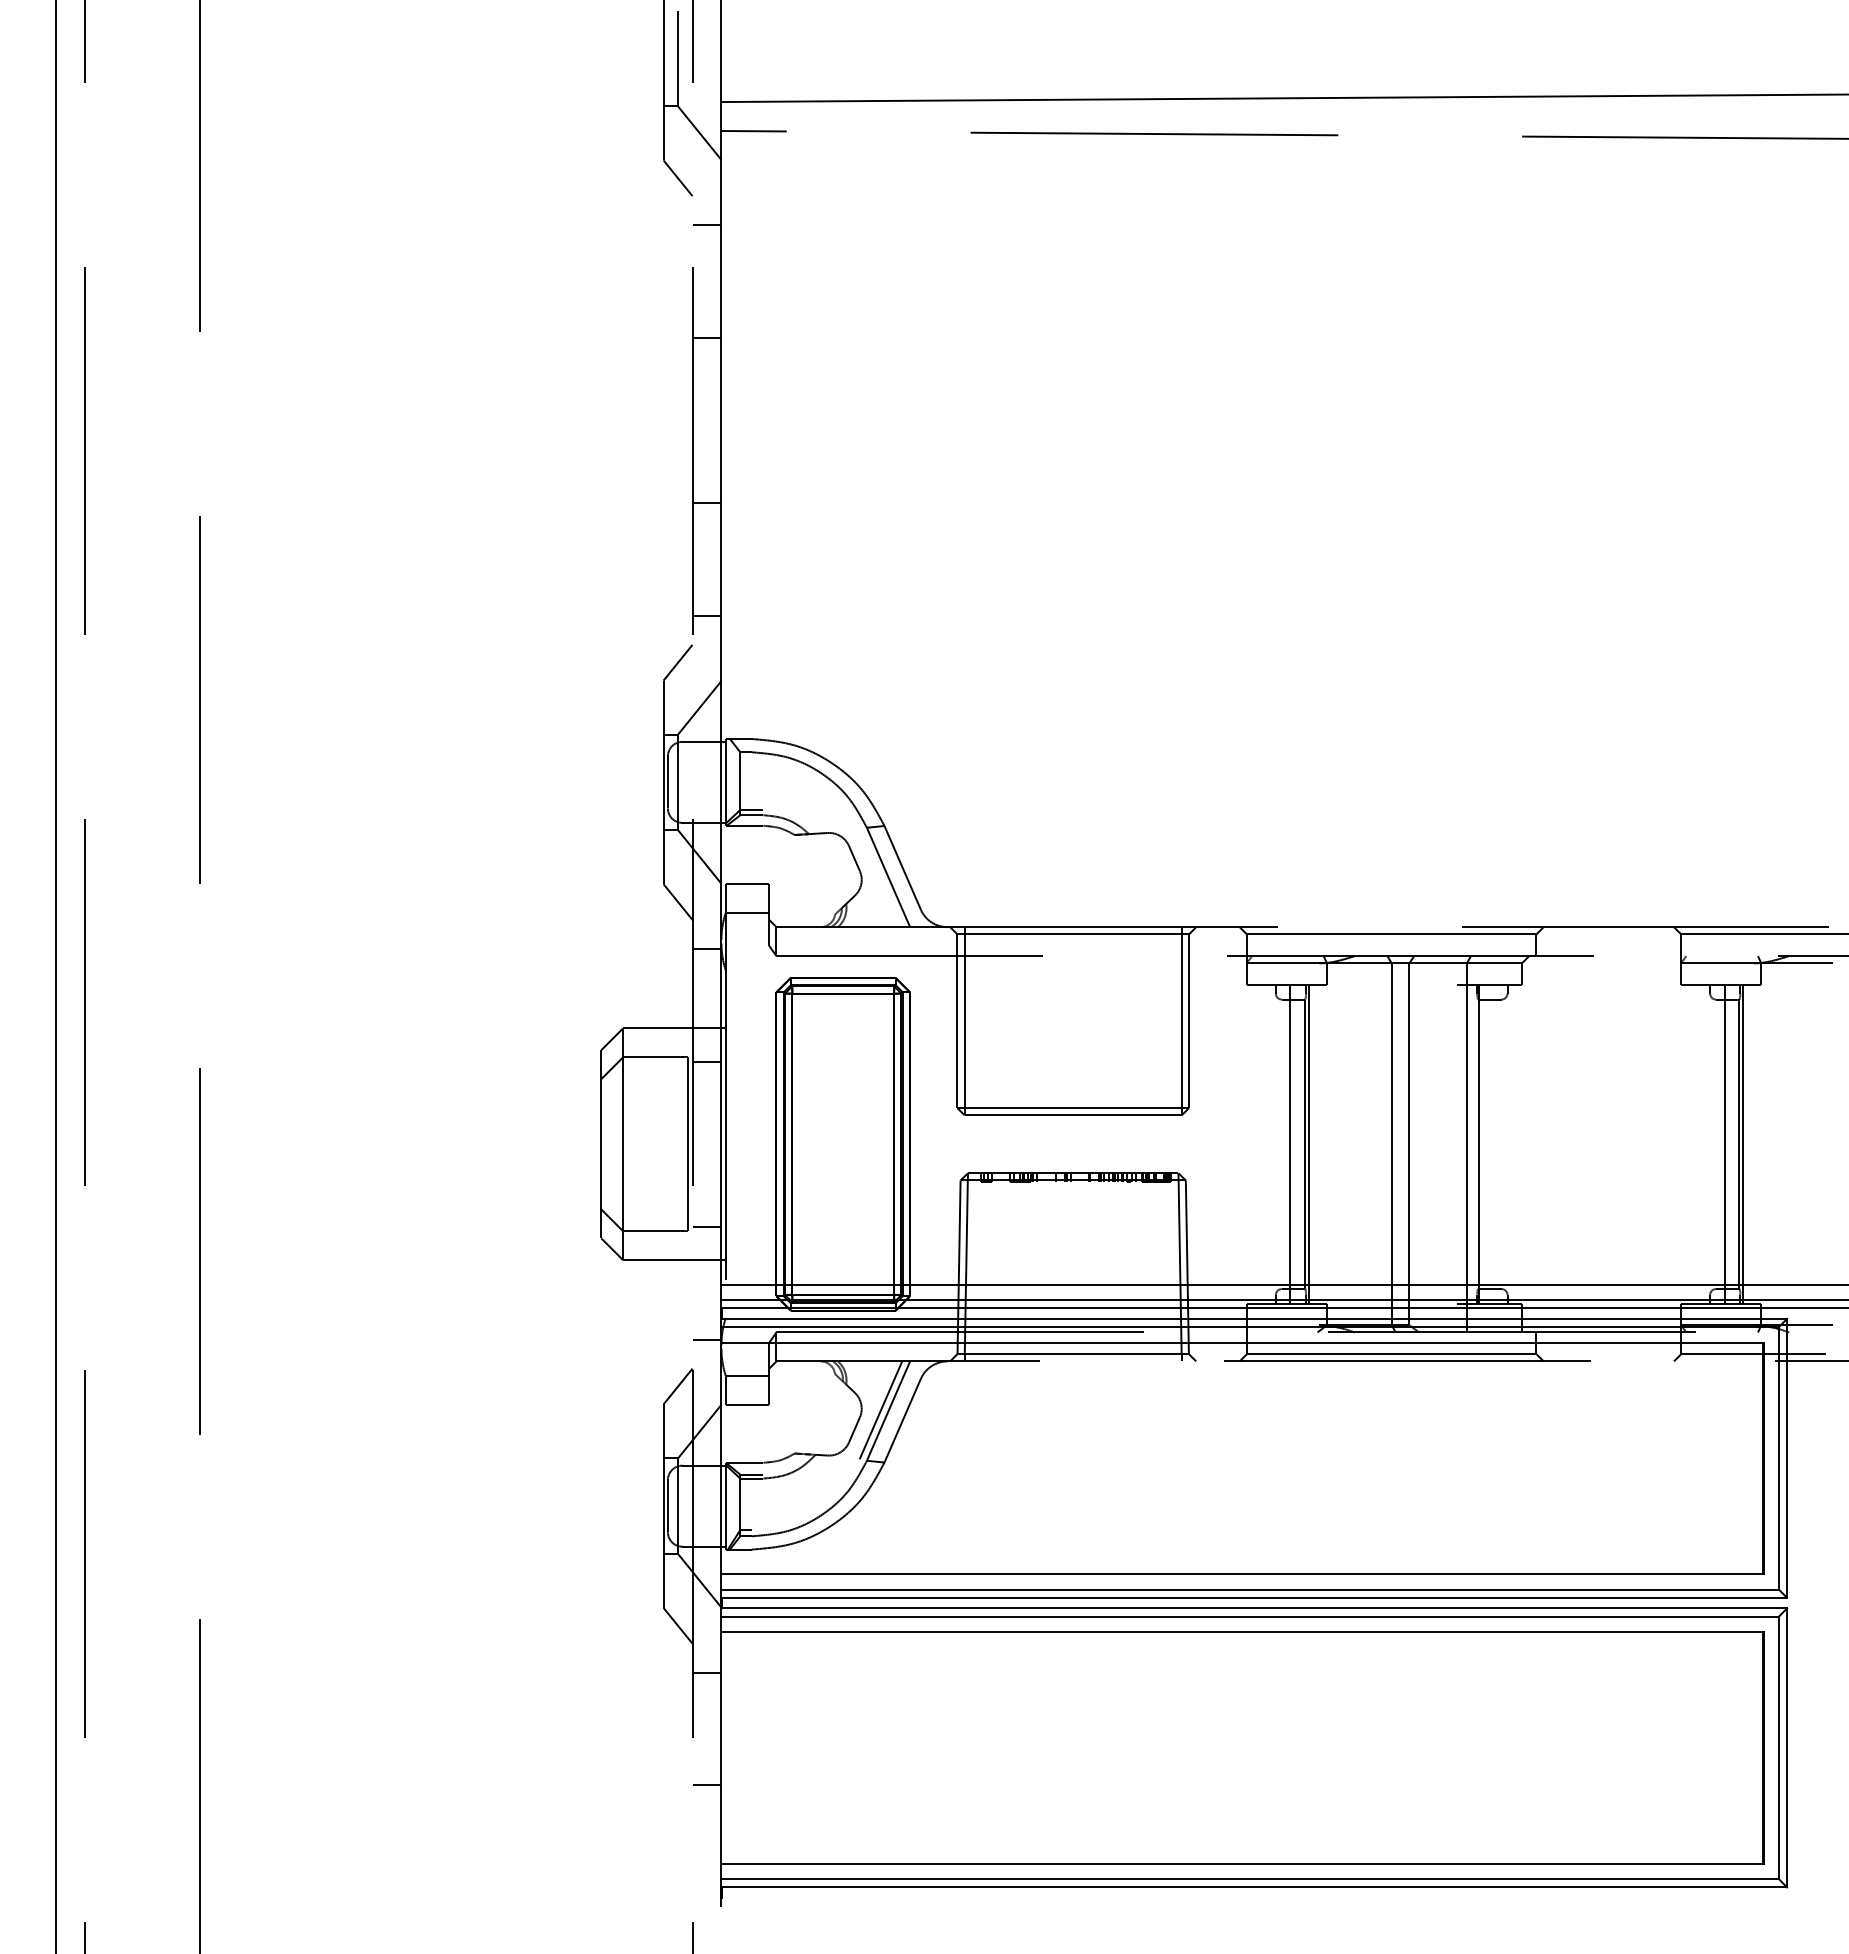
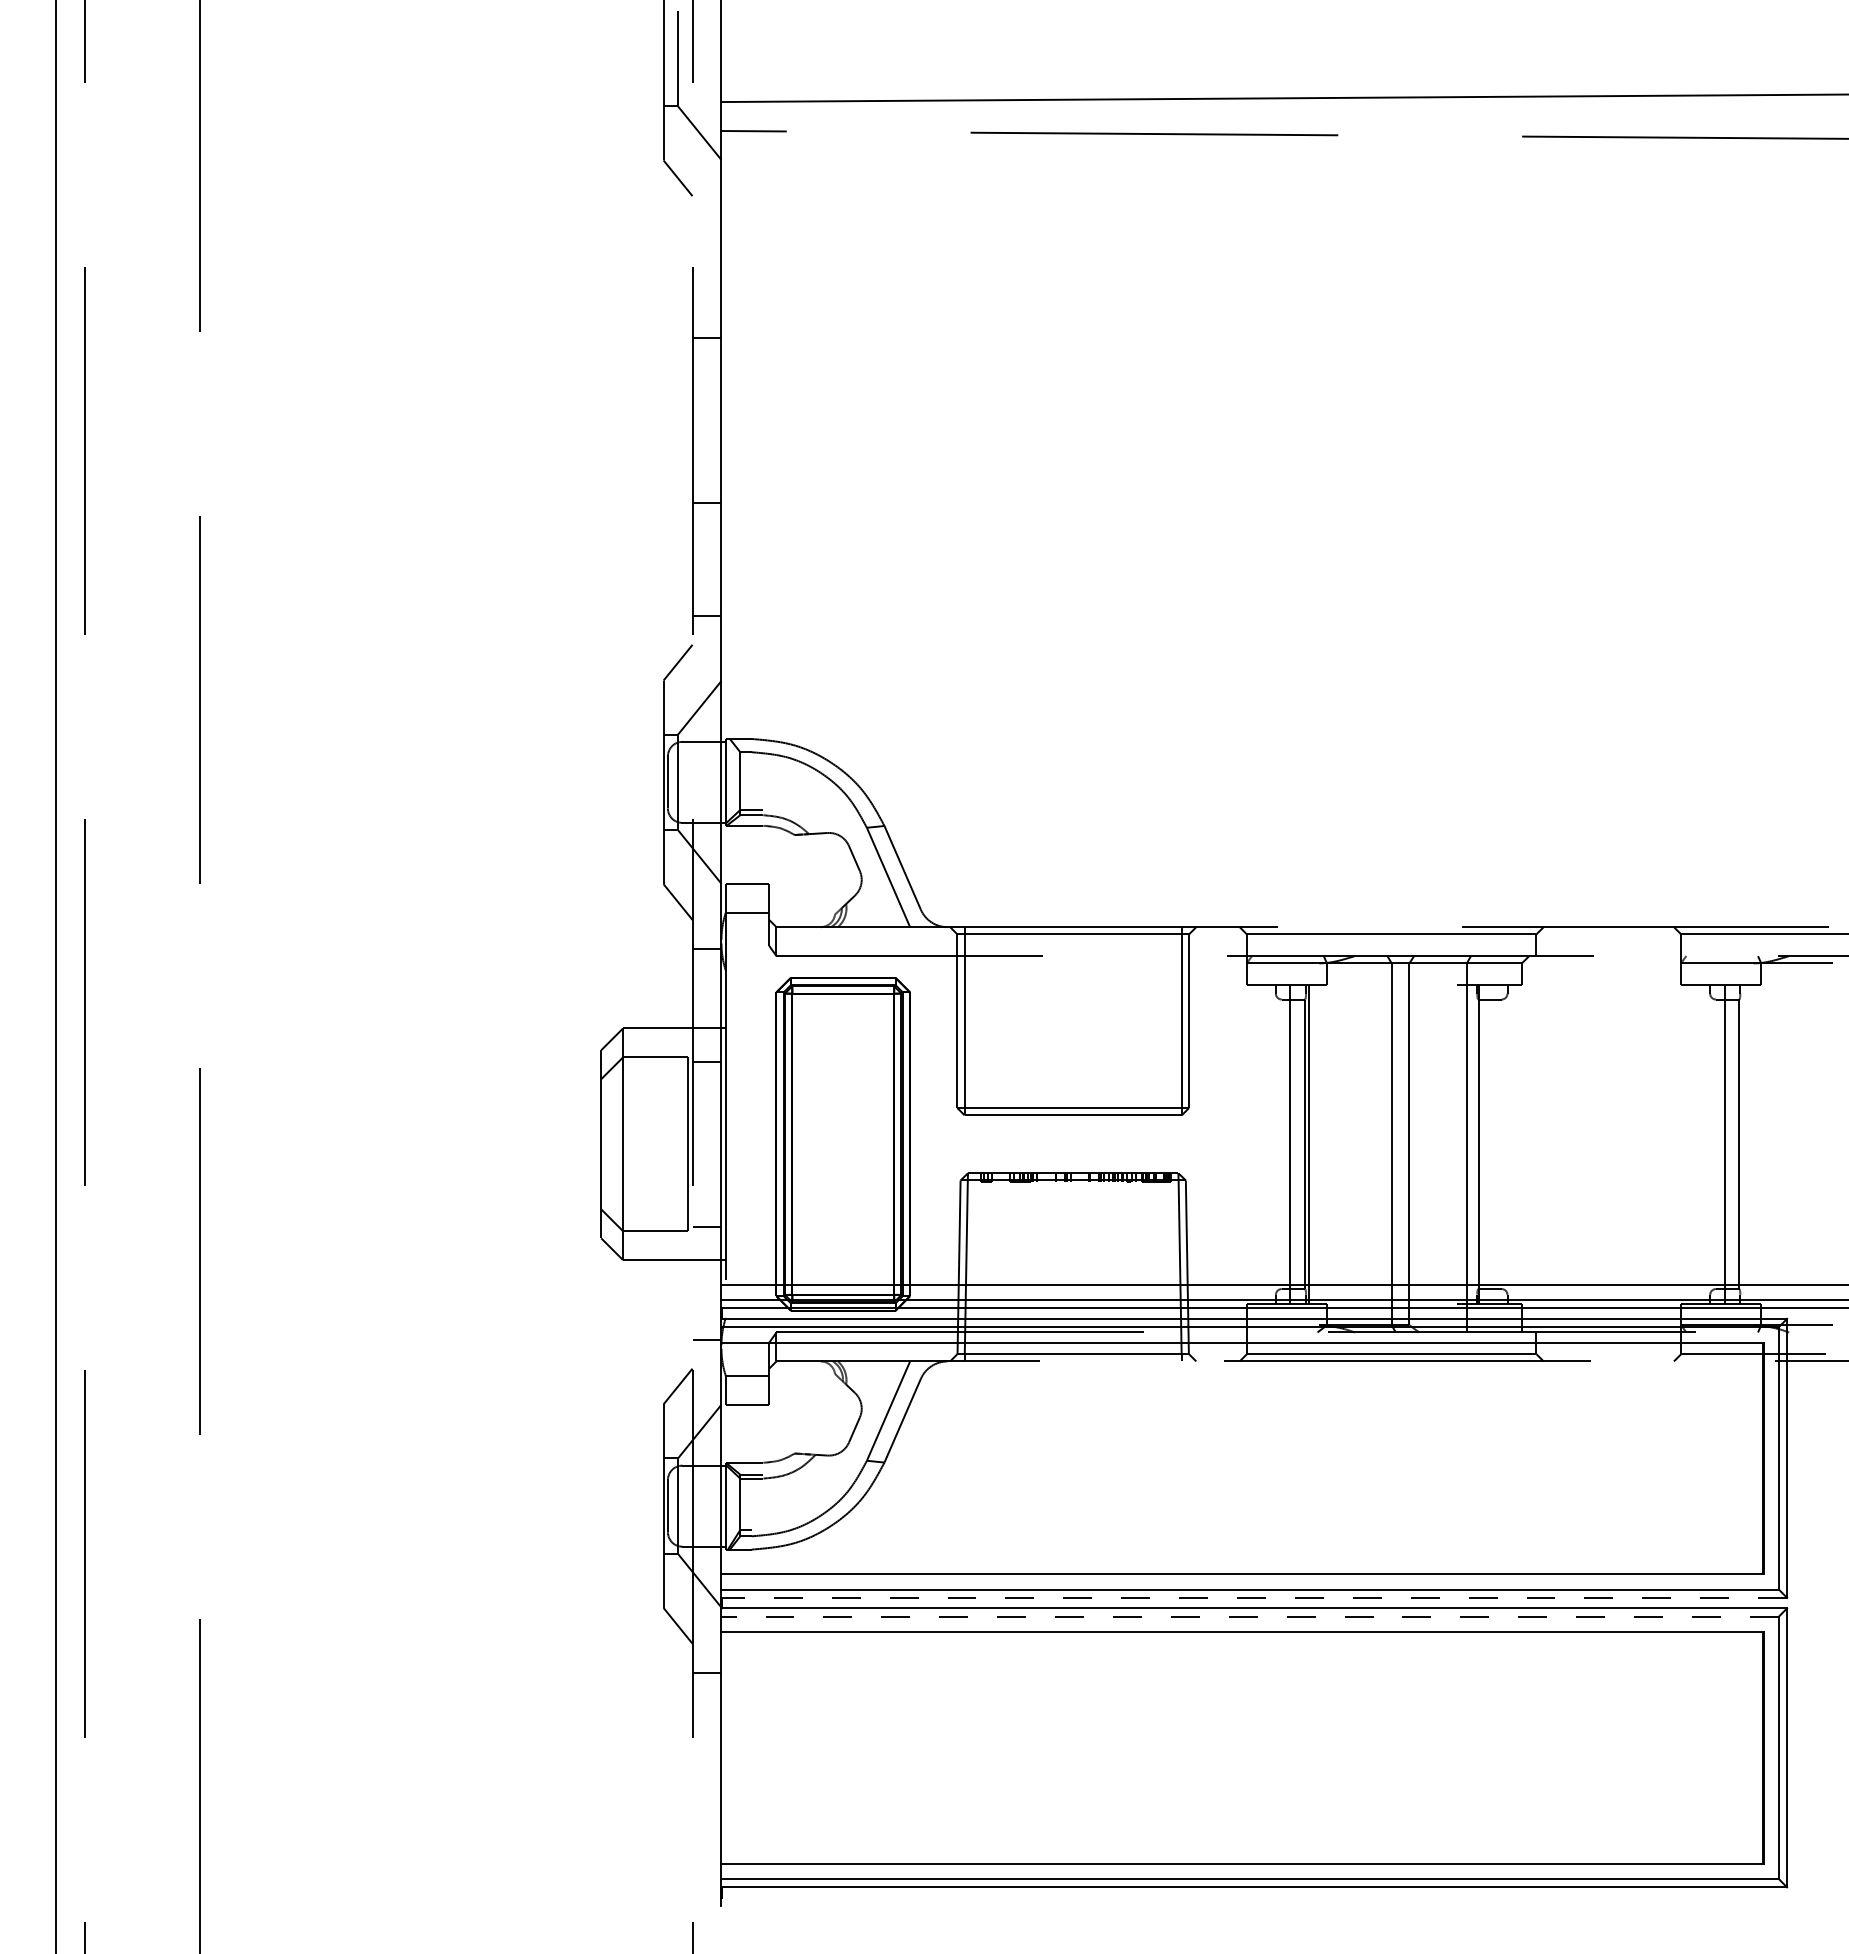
line at (706, 225): present -> none
line at (1743, 1144): present -> none
line at (880, 1410): present -> none
line at (1254, 1597): solid -> dashed
line at (1250, 1616): solid -> dashed
line at (706, 1785): present -> none
